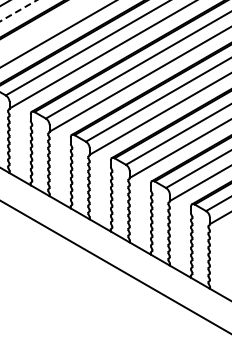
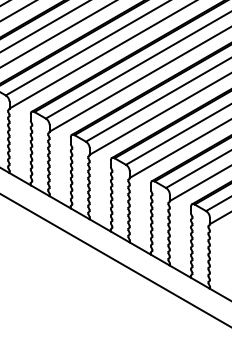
line at (18, 10): dashed -> solid
line at (44, 26): none -> present
line at (115, 267) position: (115, 267) -> (115, 260)
